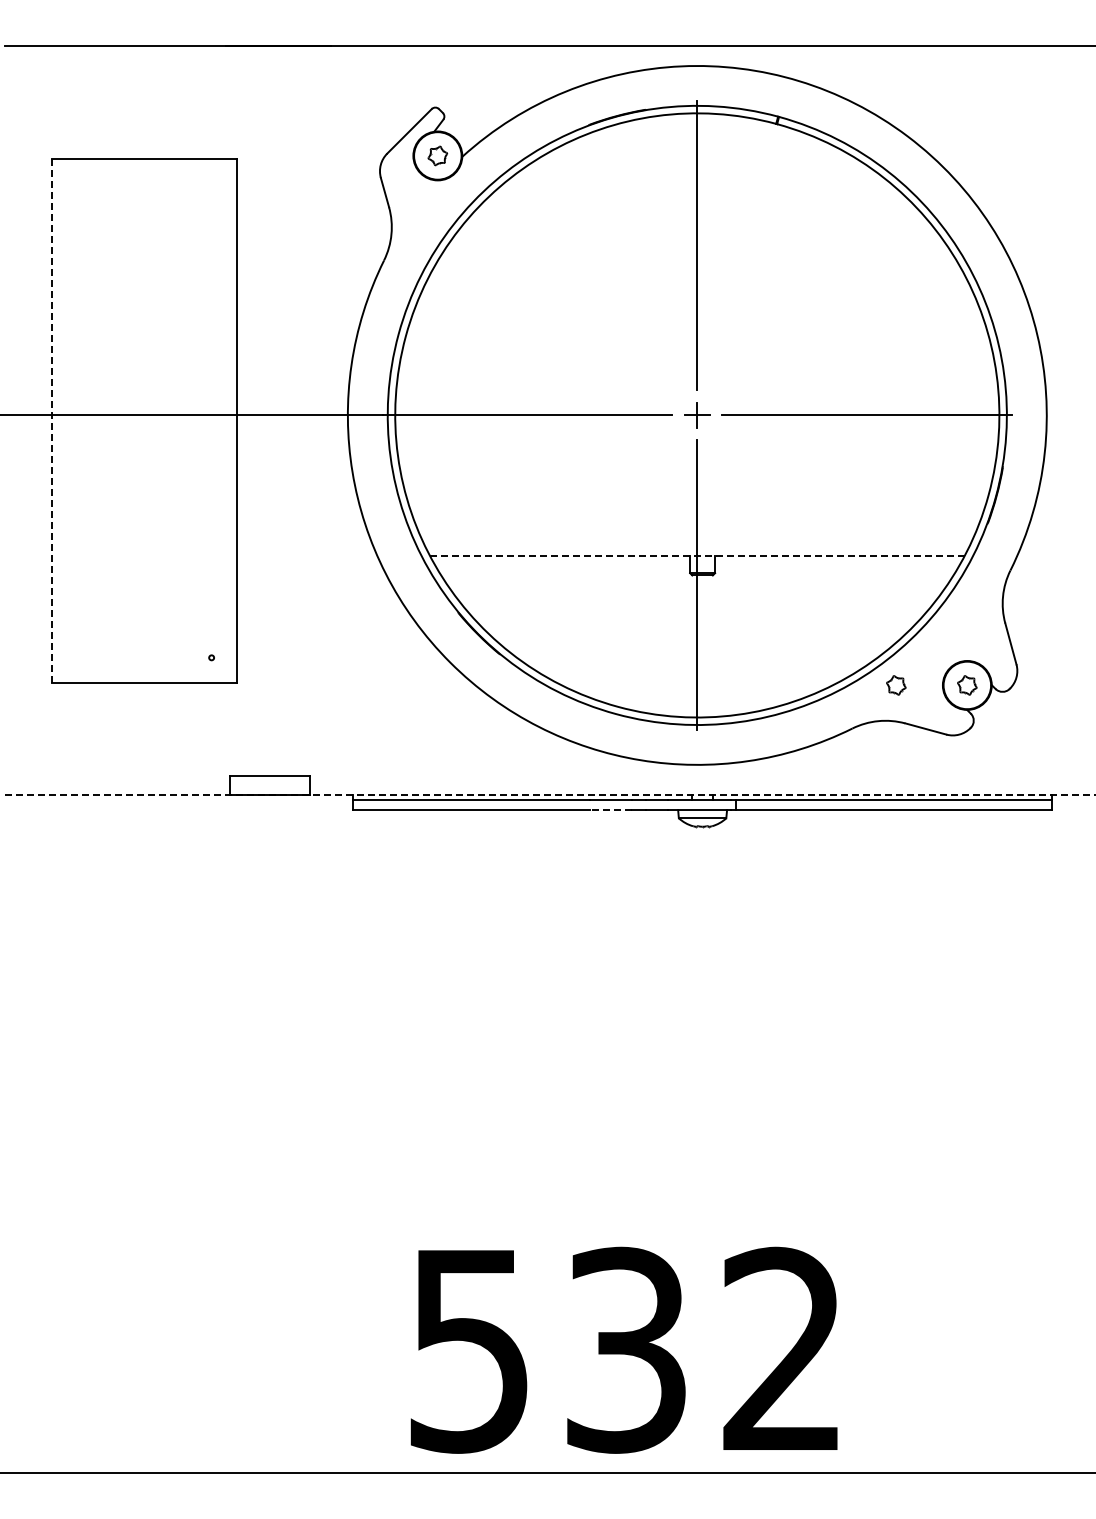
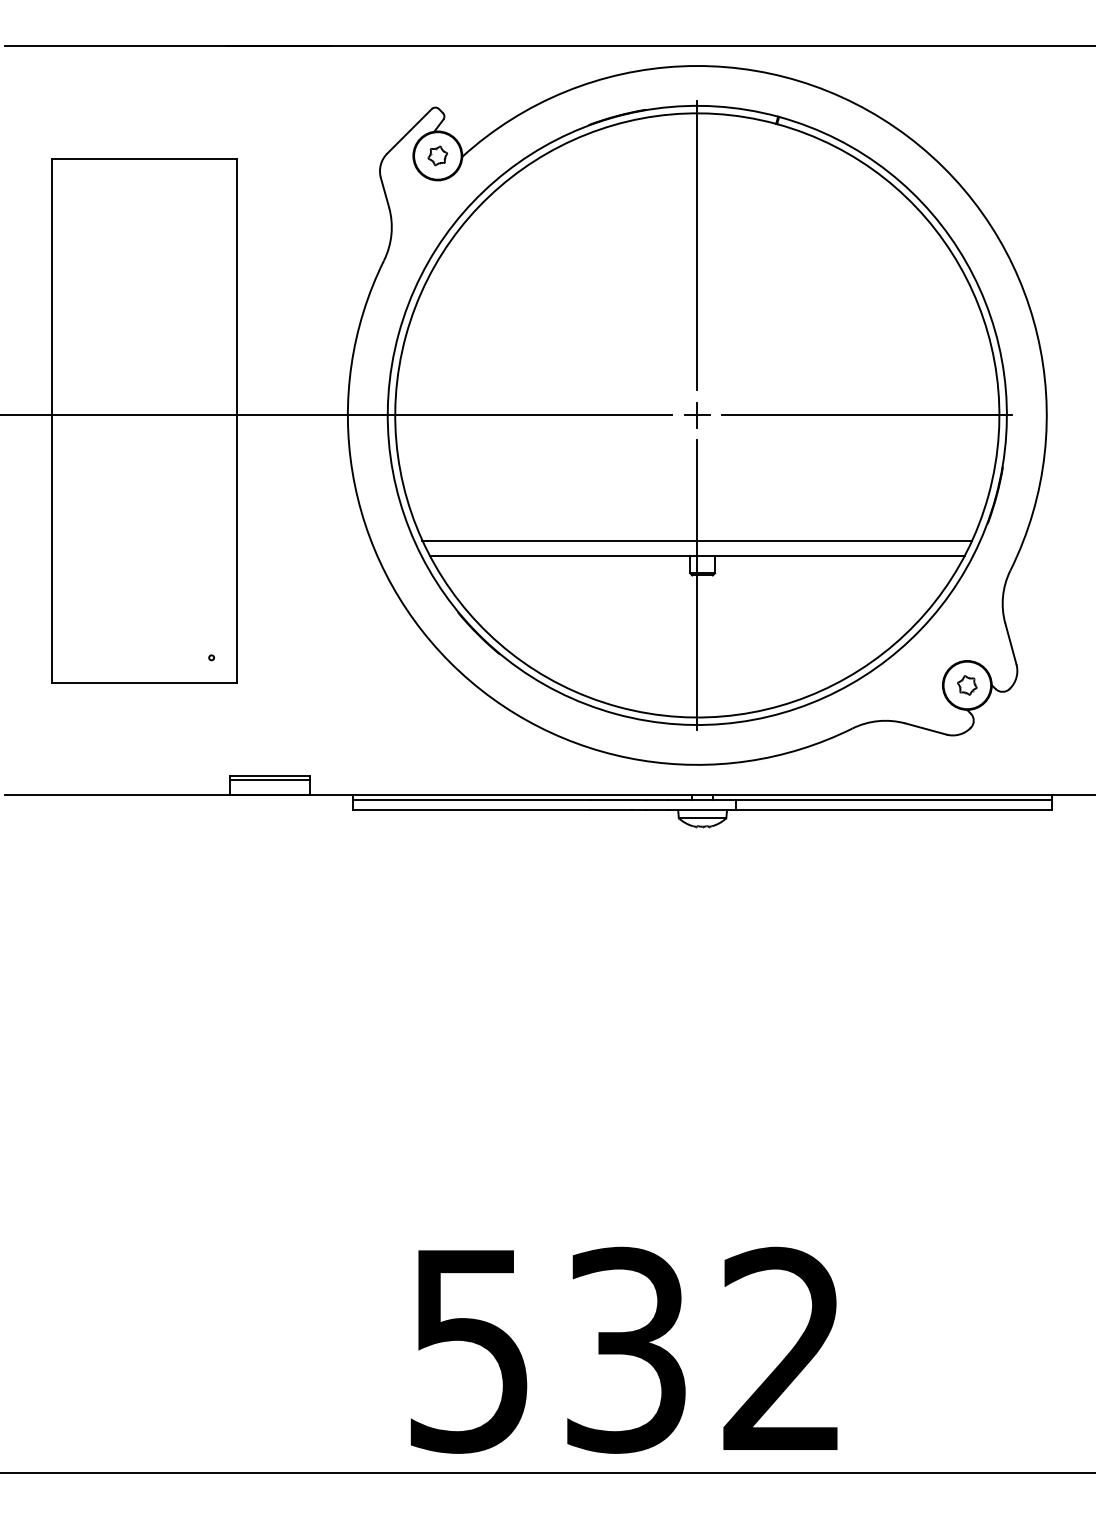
line at (51, 421): dashed -> solid
line at (697, 540): none -> present
line at (697, 555): dashed -> solid
part at (896, 685): present -> none
line at (269, 779): none -> present
line at (550, 795): dashed -> solid
line at (611, 810): dashed -> solid
